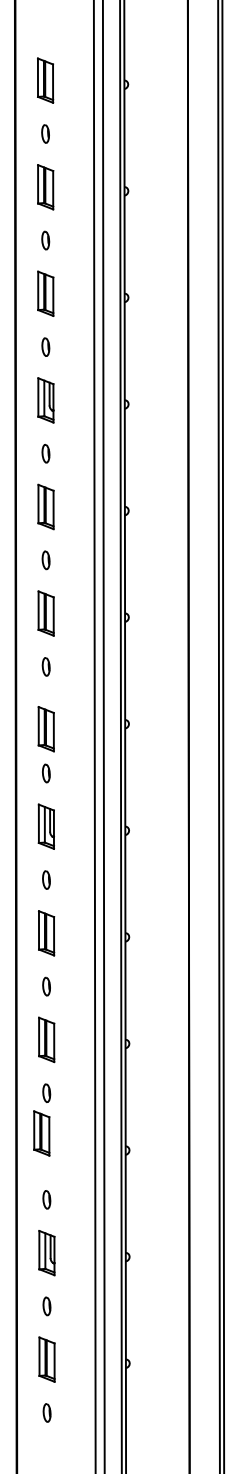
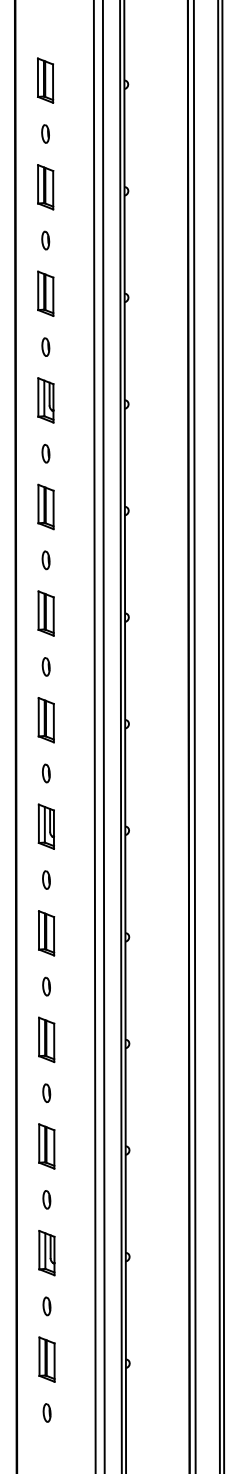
part at (45, 729) position: (45, 729) -> (45, 720)
line at (194, 736): none -> present
part at (41, 1133) position: (41, 1133) -> (46, 1146)
